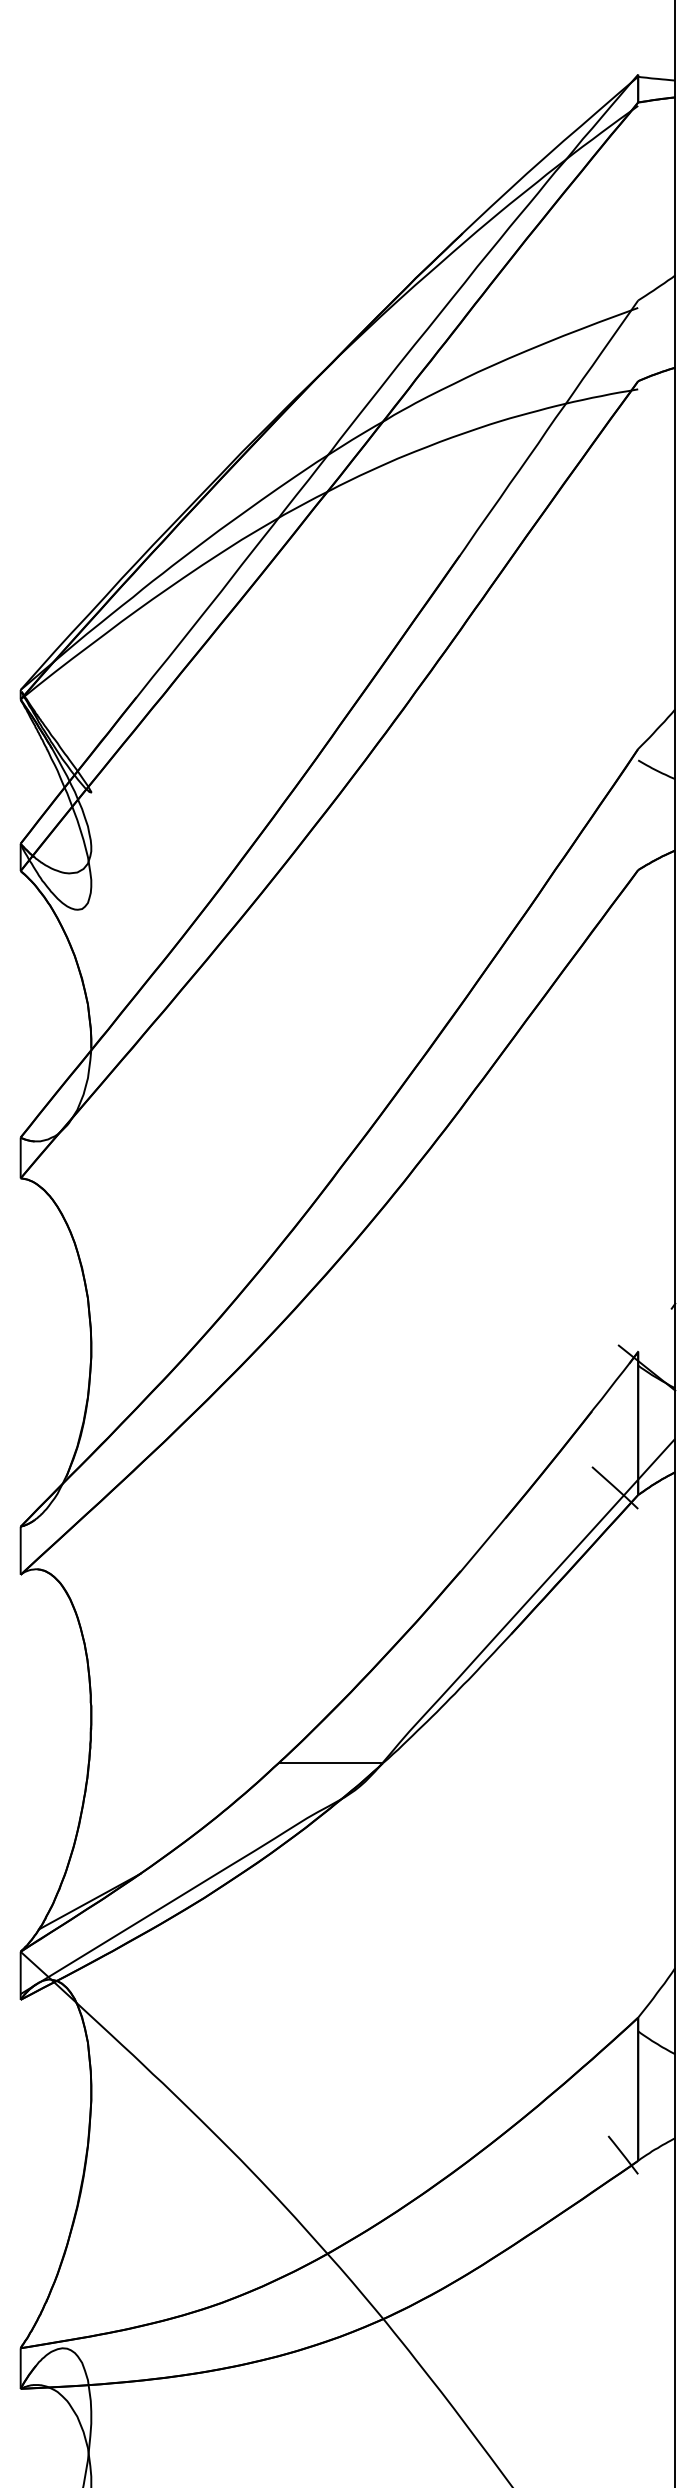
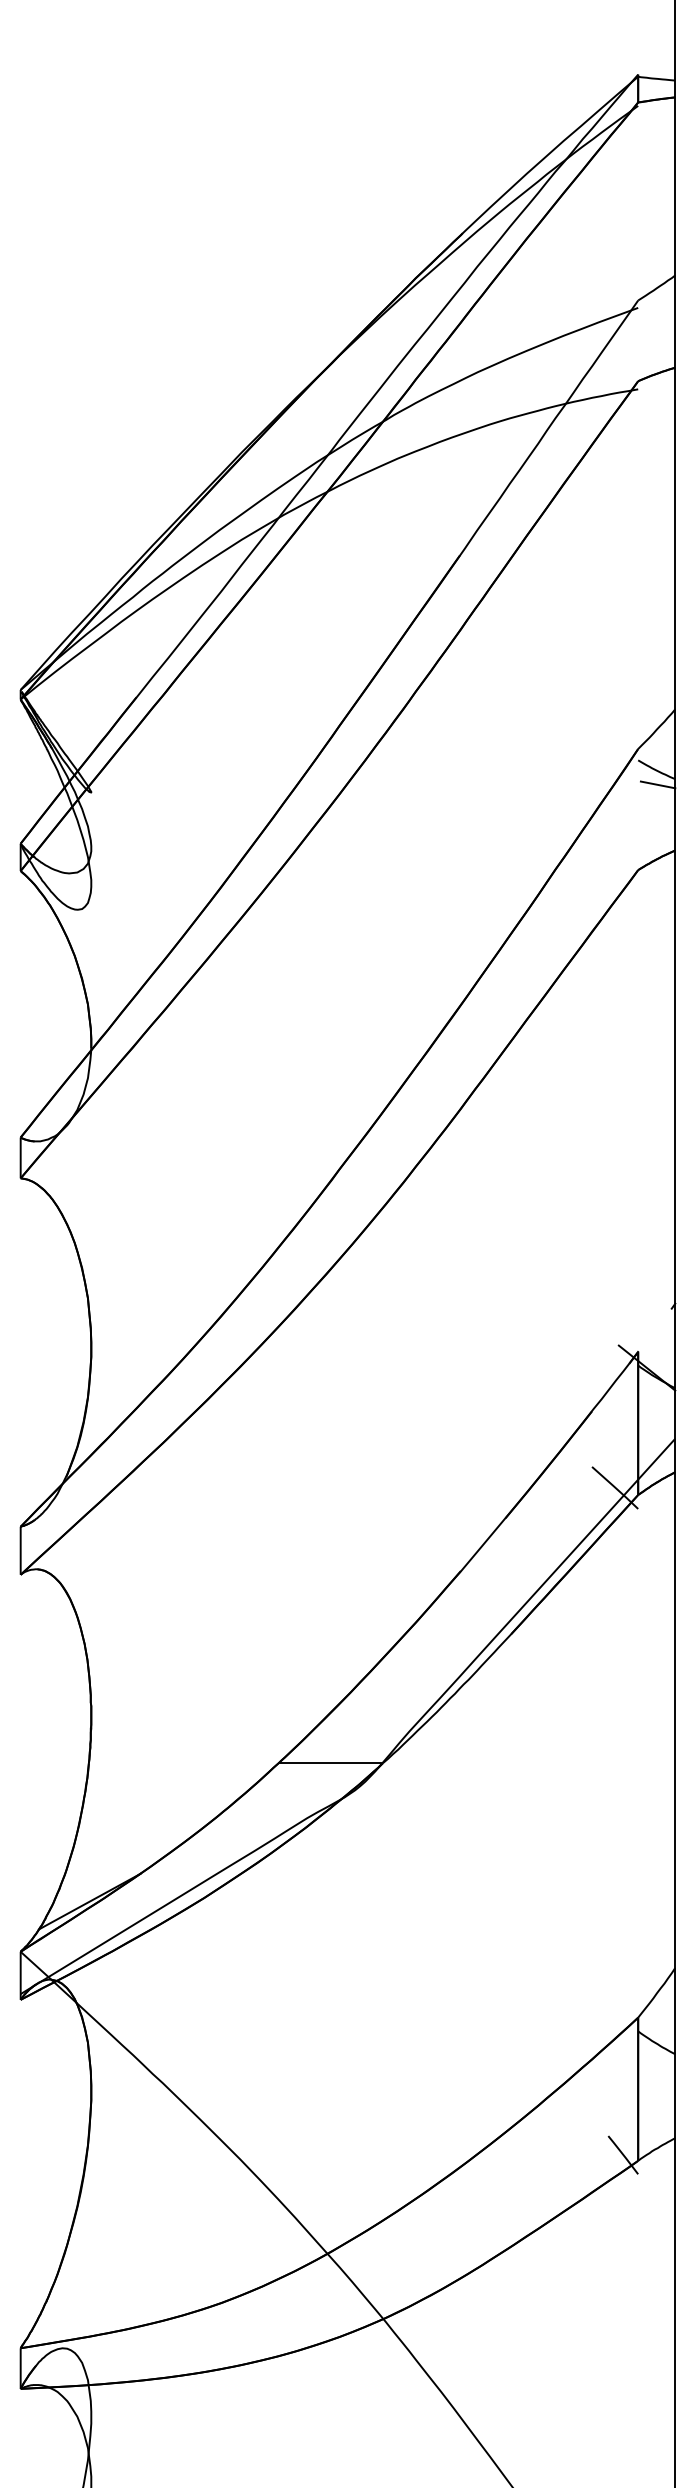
line at (657, 784): none -> present
